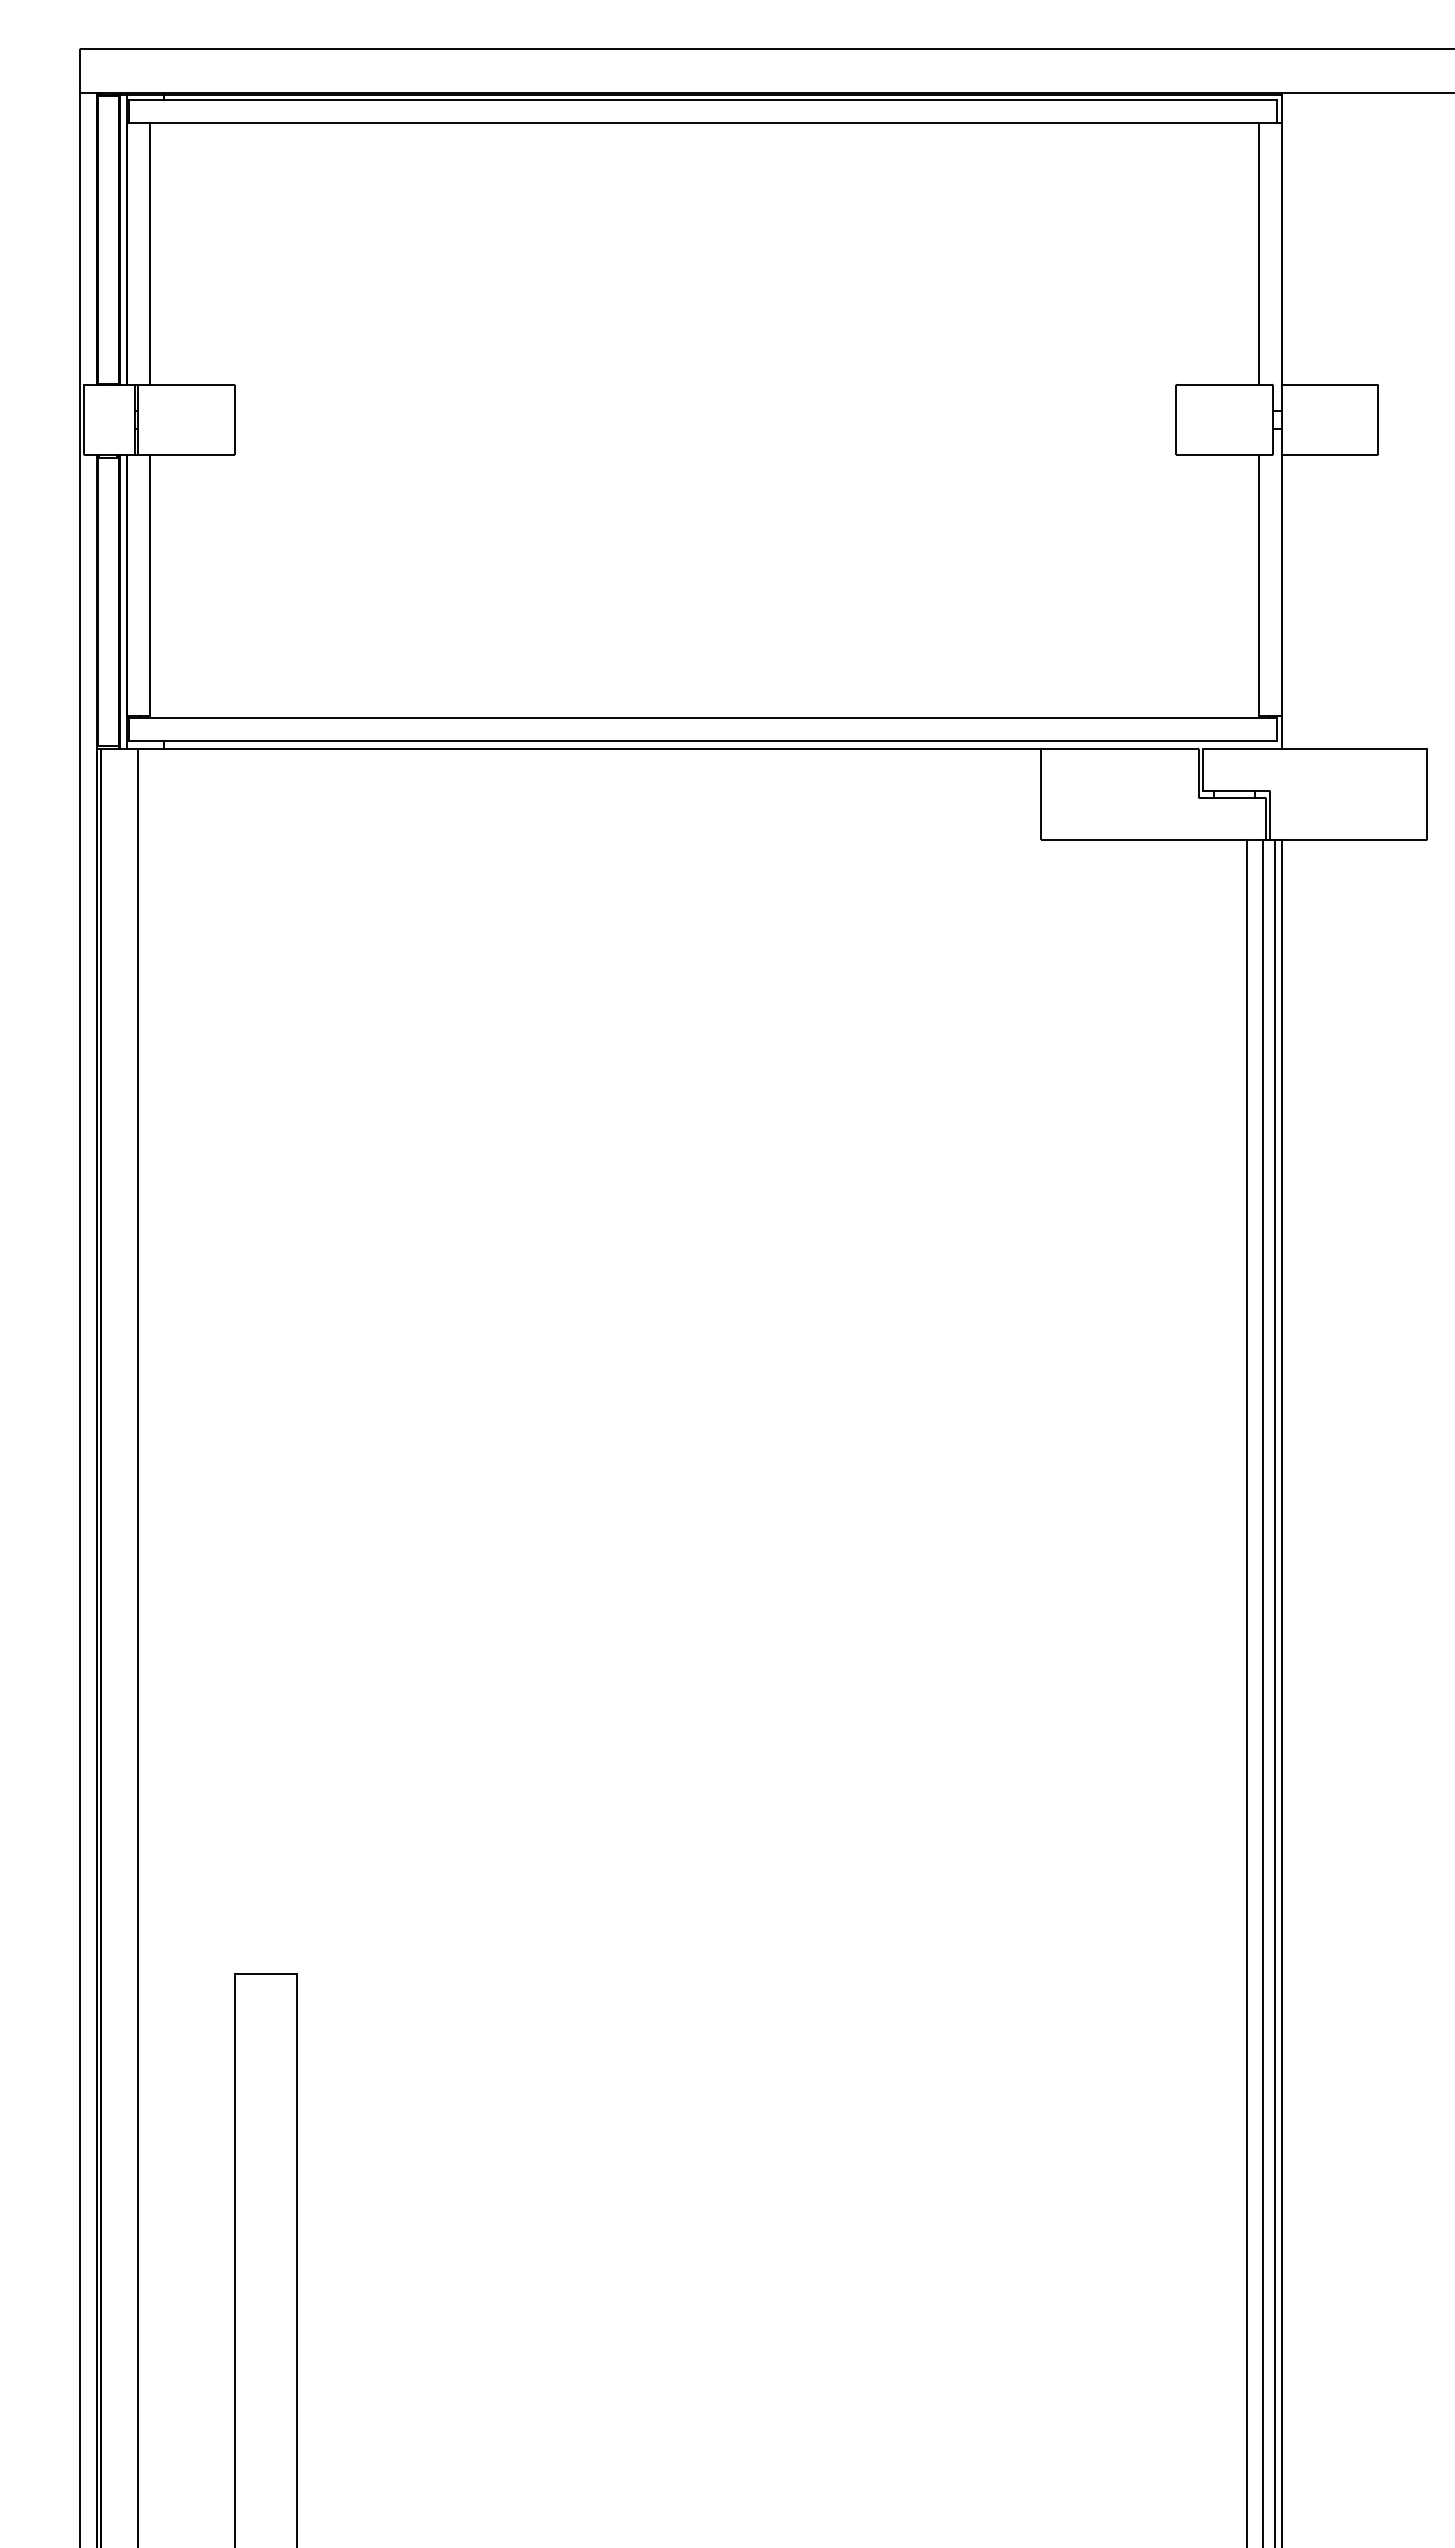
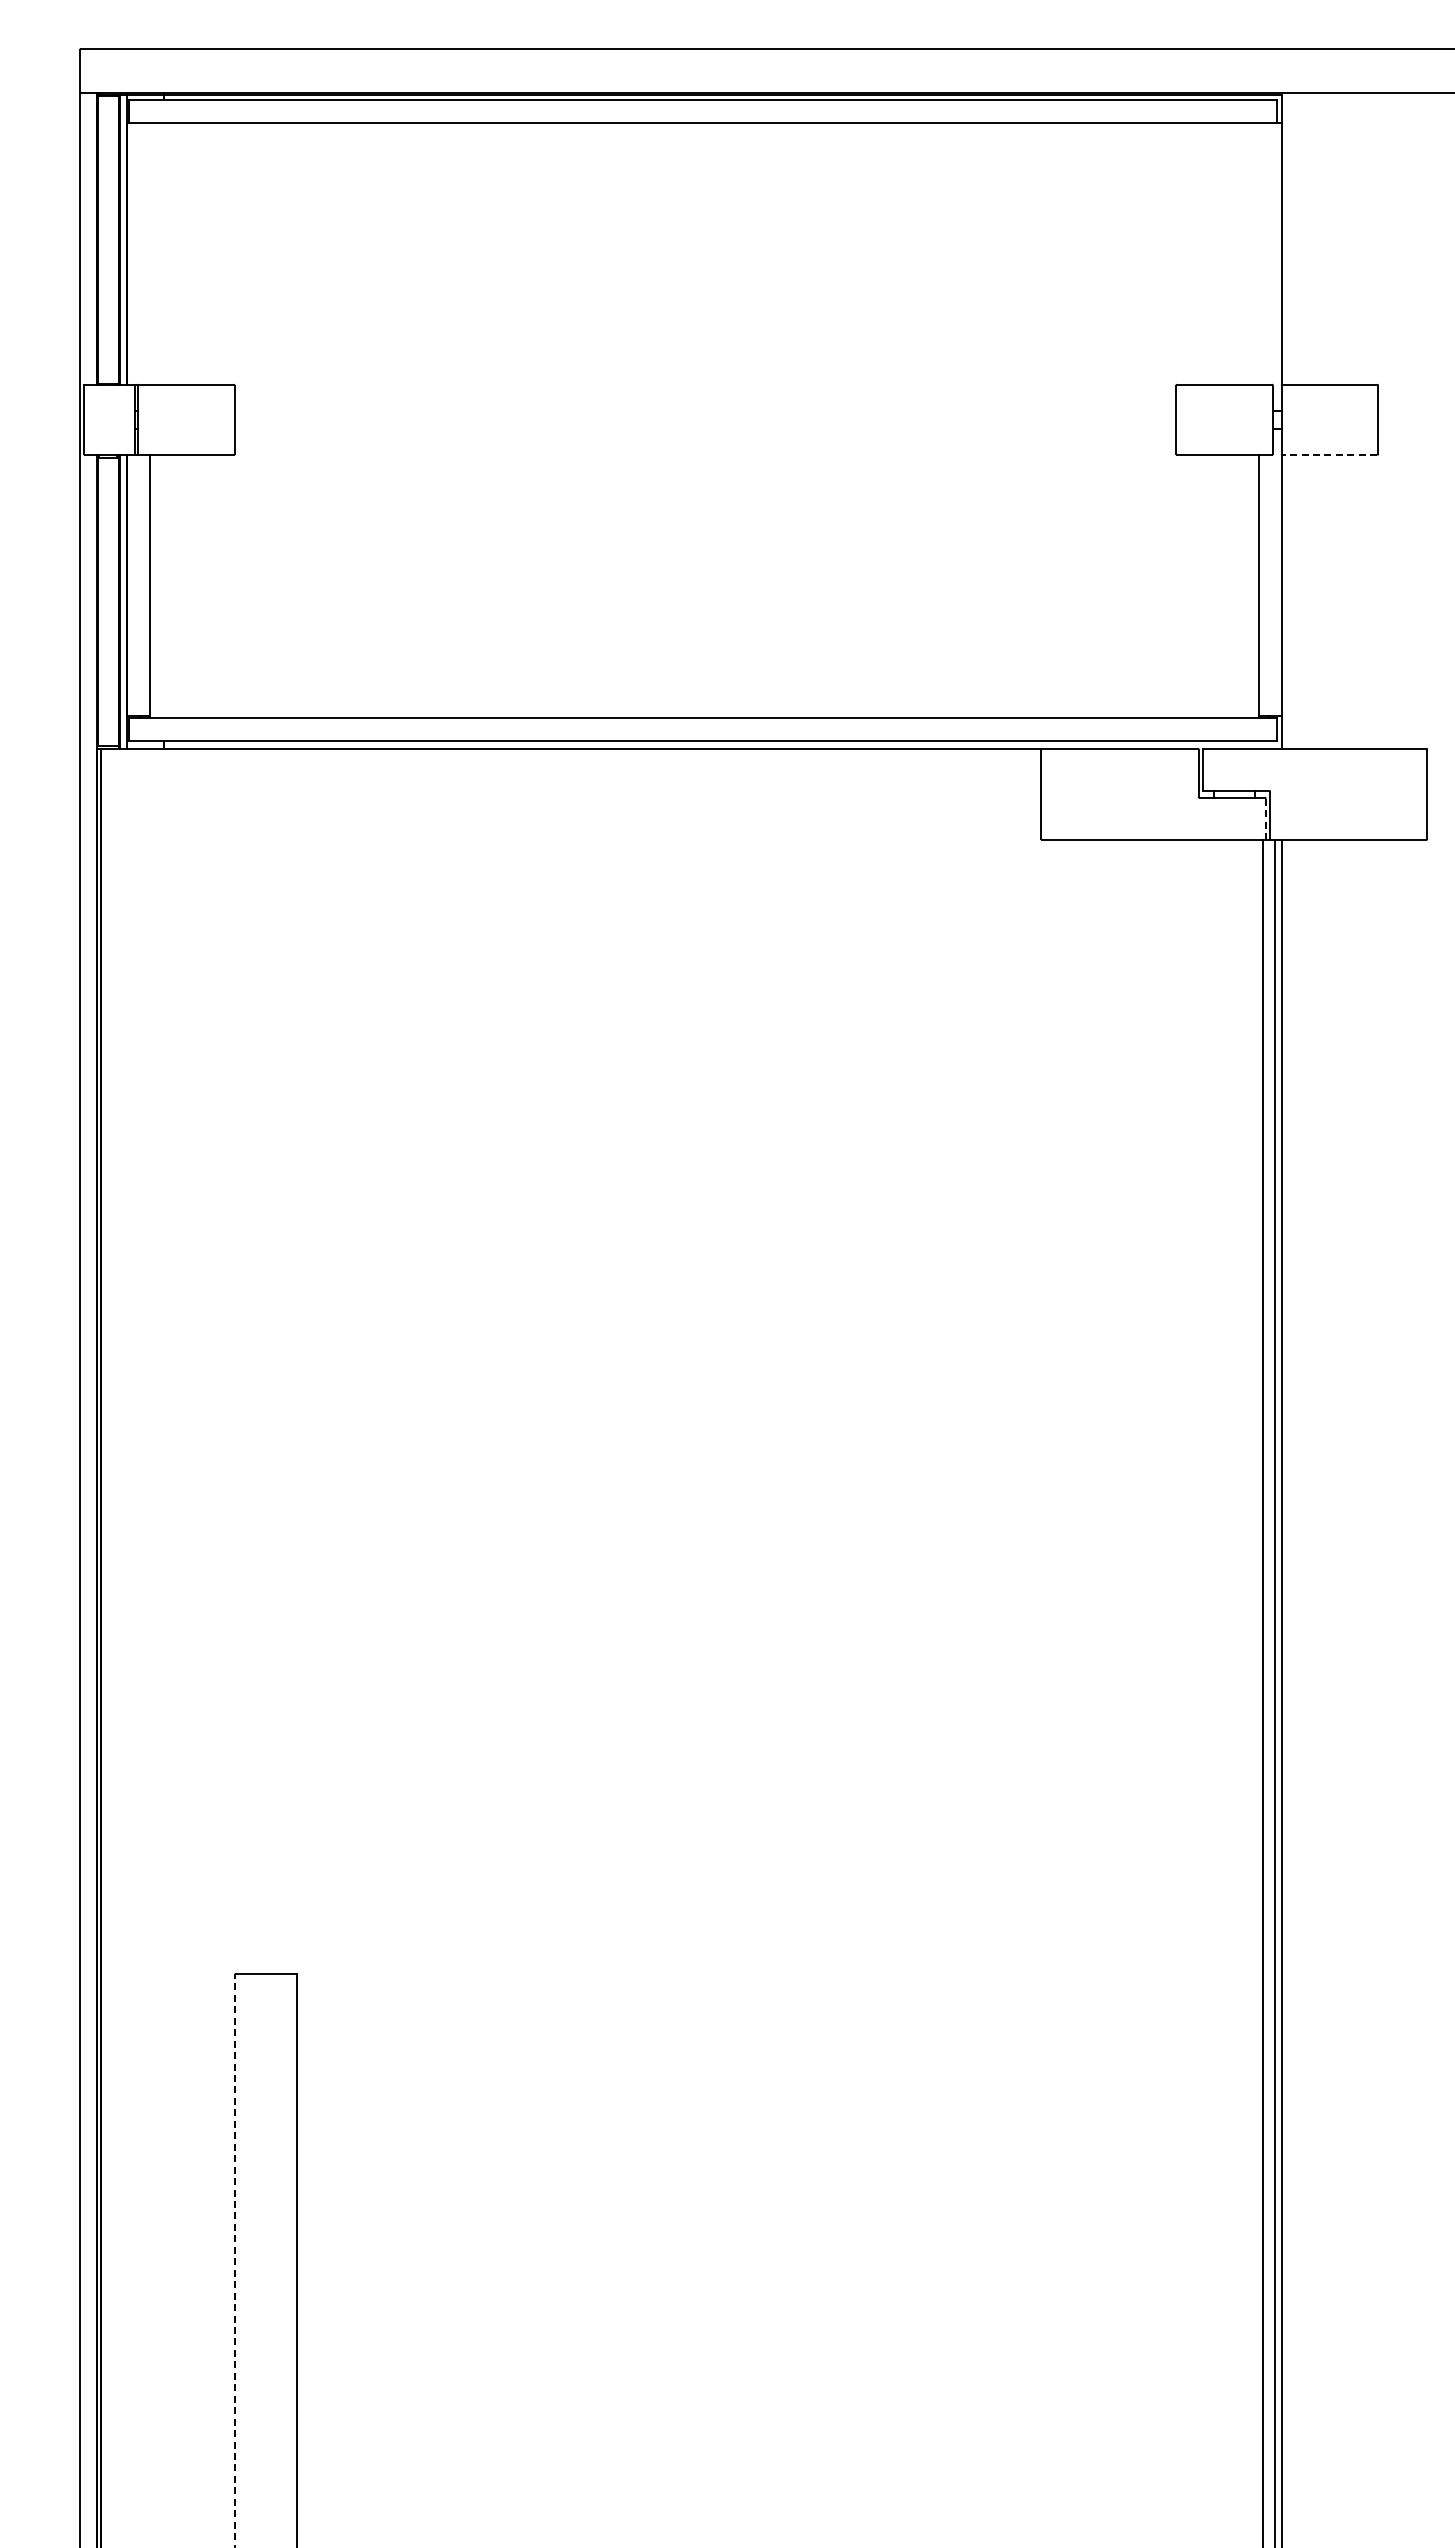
line at (150, 253): present -> none
line at (1258, 253): present -> none
line at (1329, 454): solid -> dashed
line at (1265, 819): solid -> dashed
line at (137, 1646): present -> none
line at (1247, 1691): present -> none
line at (235, 2260): solid -> dashed
